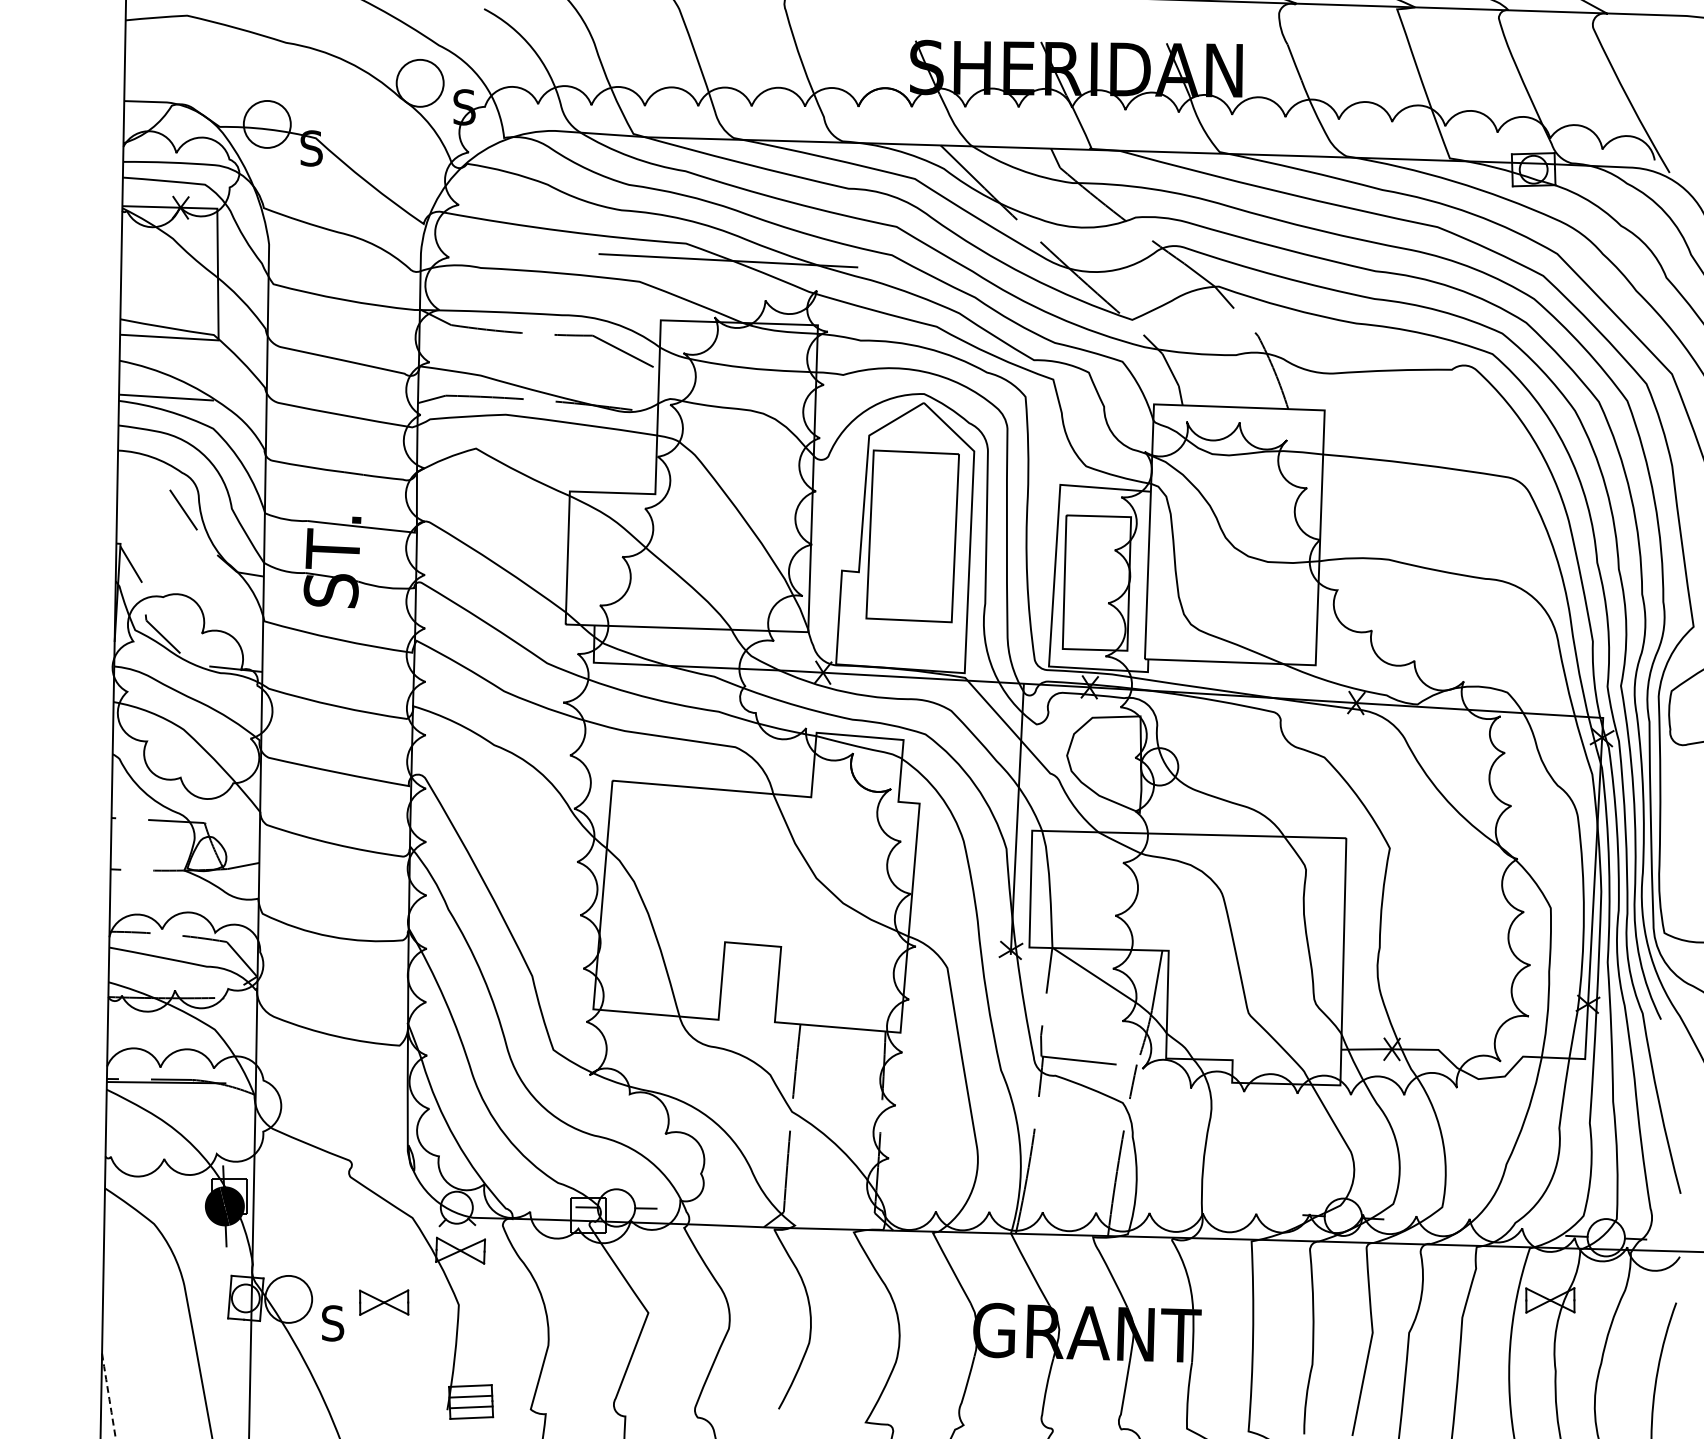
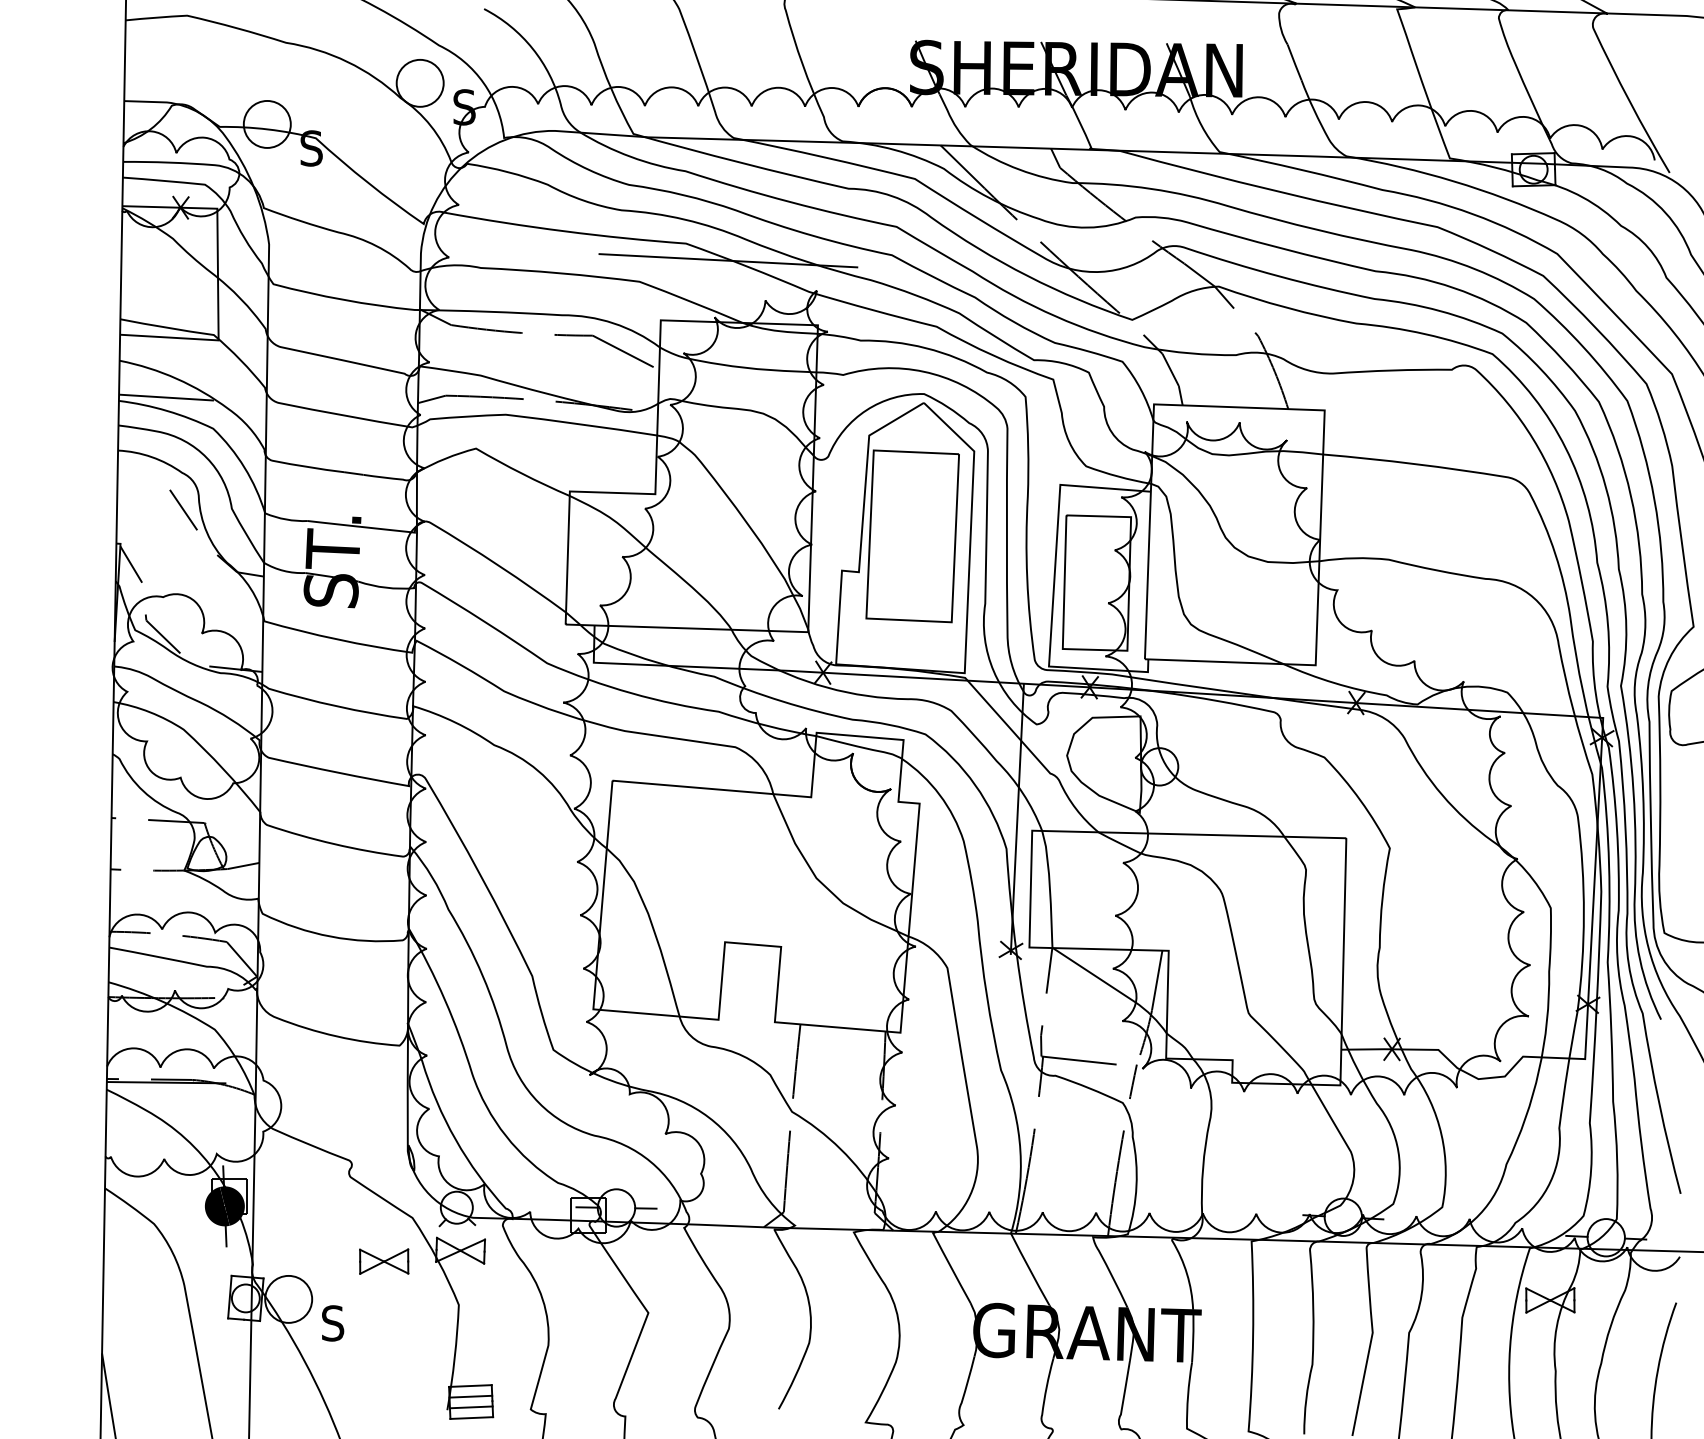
part at (384, 1302) position: (384, 1302) -> (384, 1261)
line at (108, 1396): dashed -> solid
